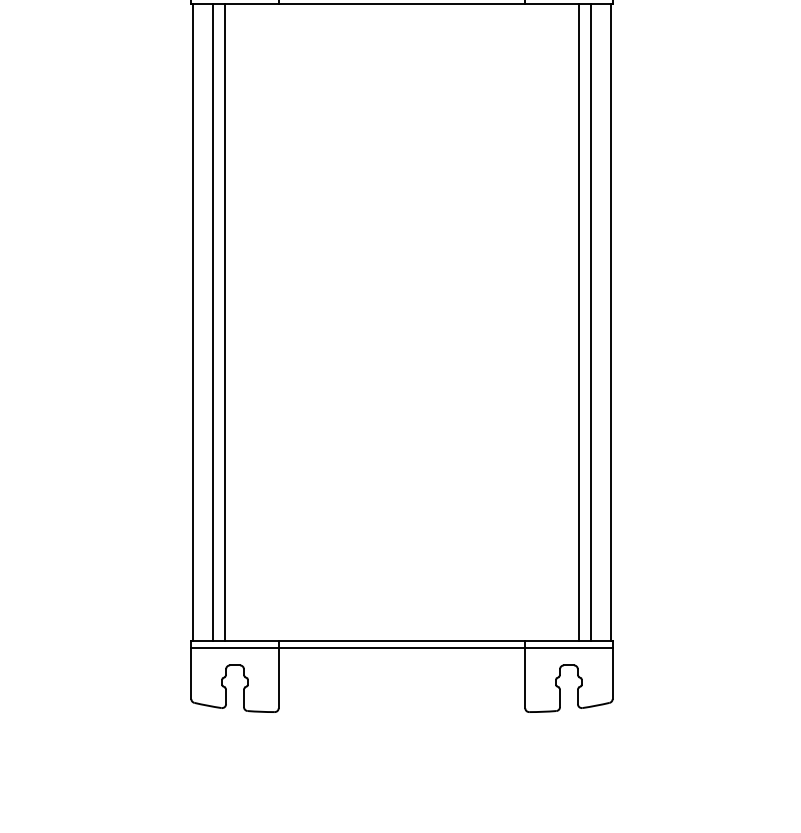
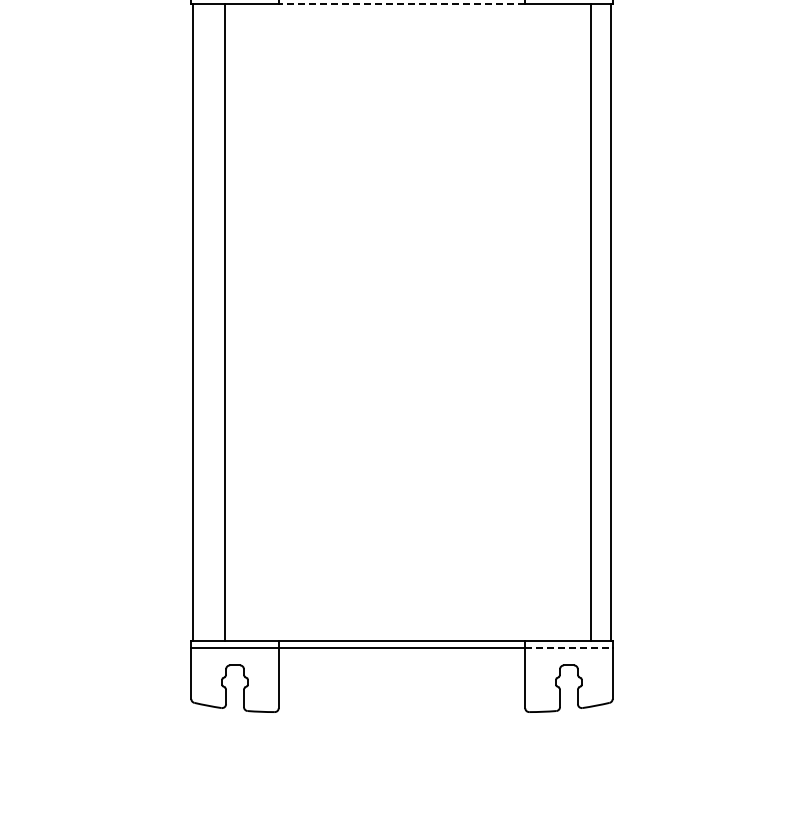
line at (401, 4): solid -> dashed
line at (213, 322): present -> none
line at (578, 322): present -> none
line at (568, 648): solid -> dashed
